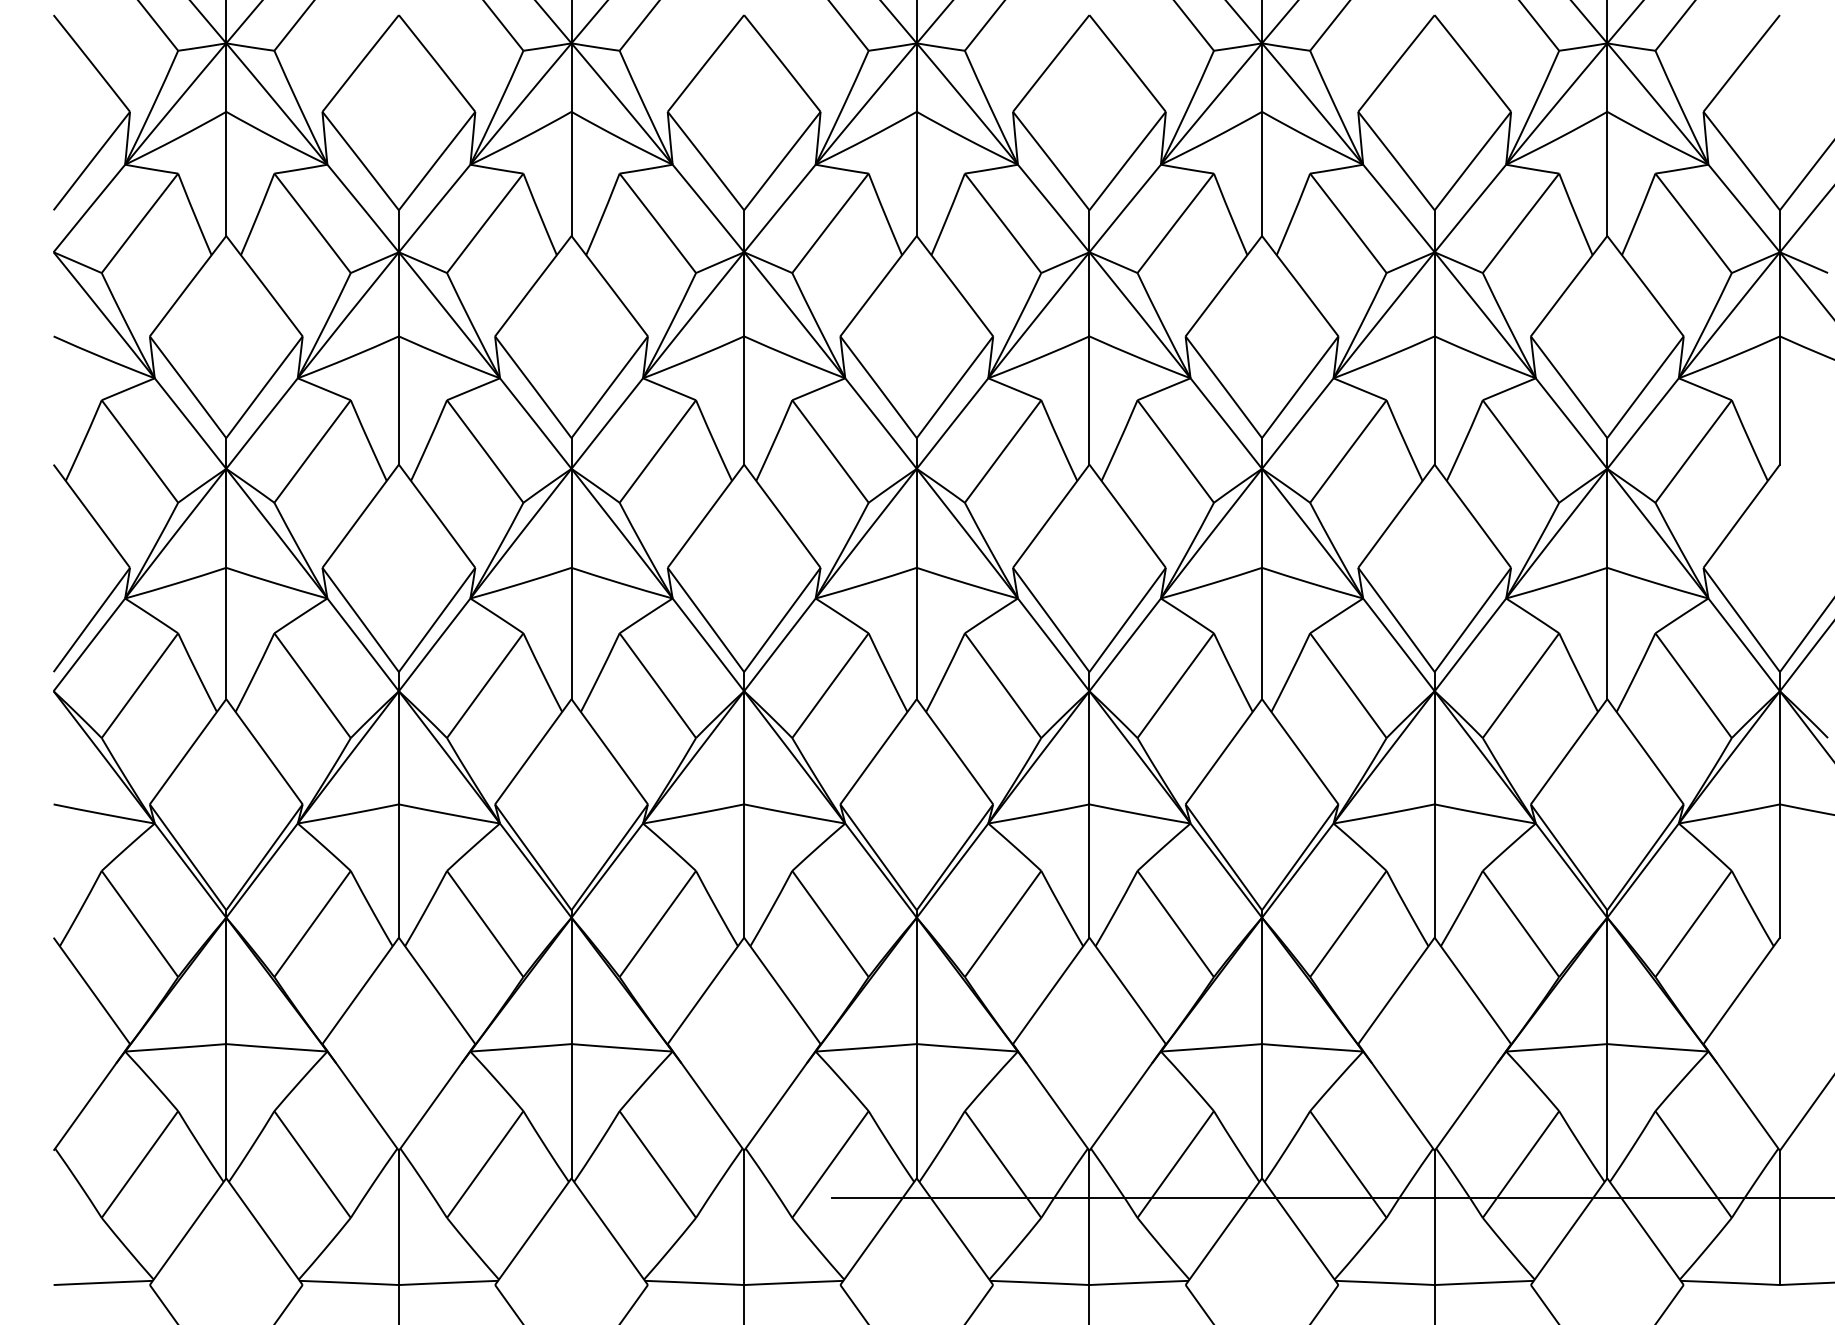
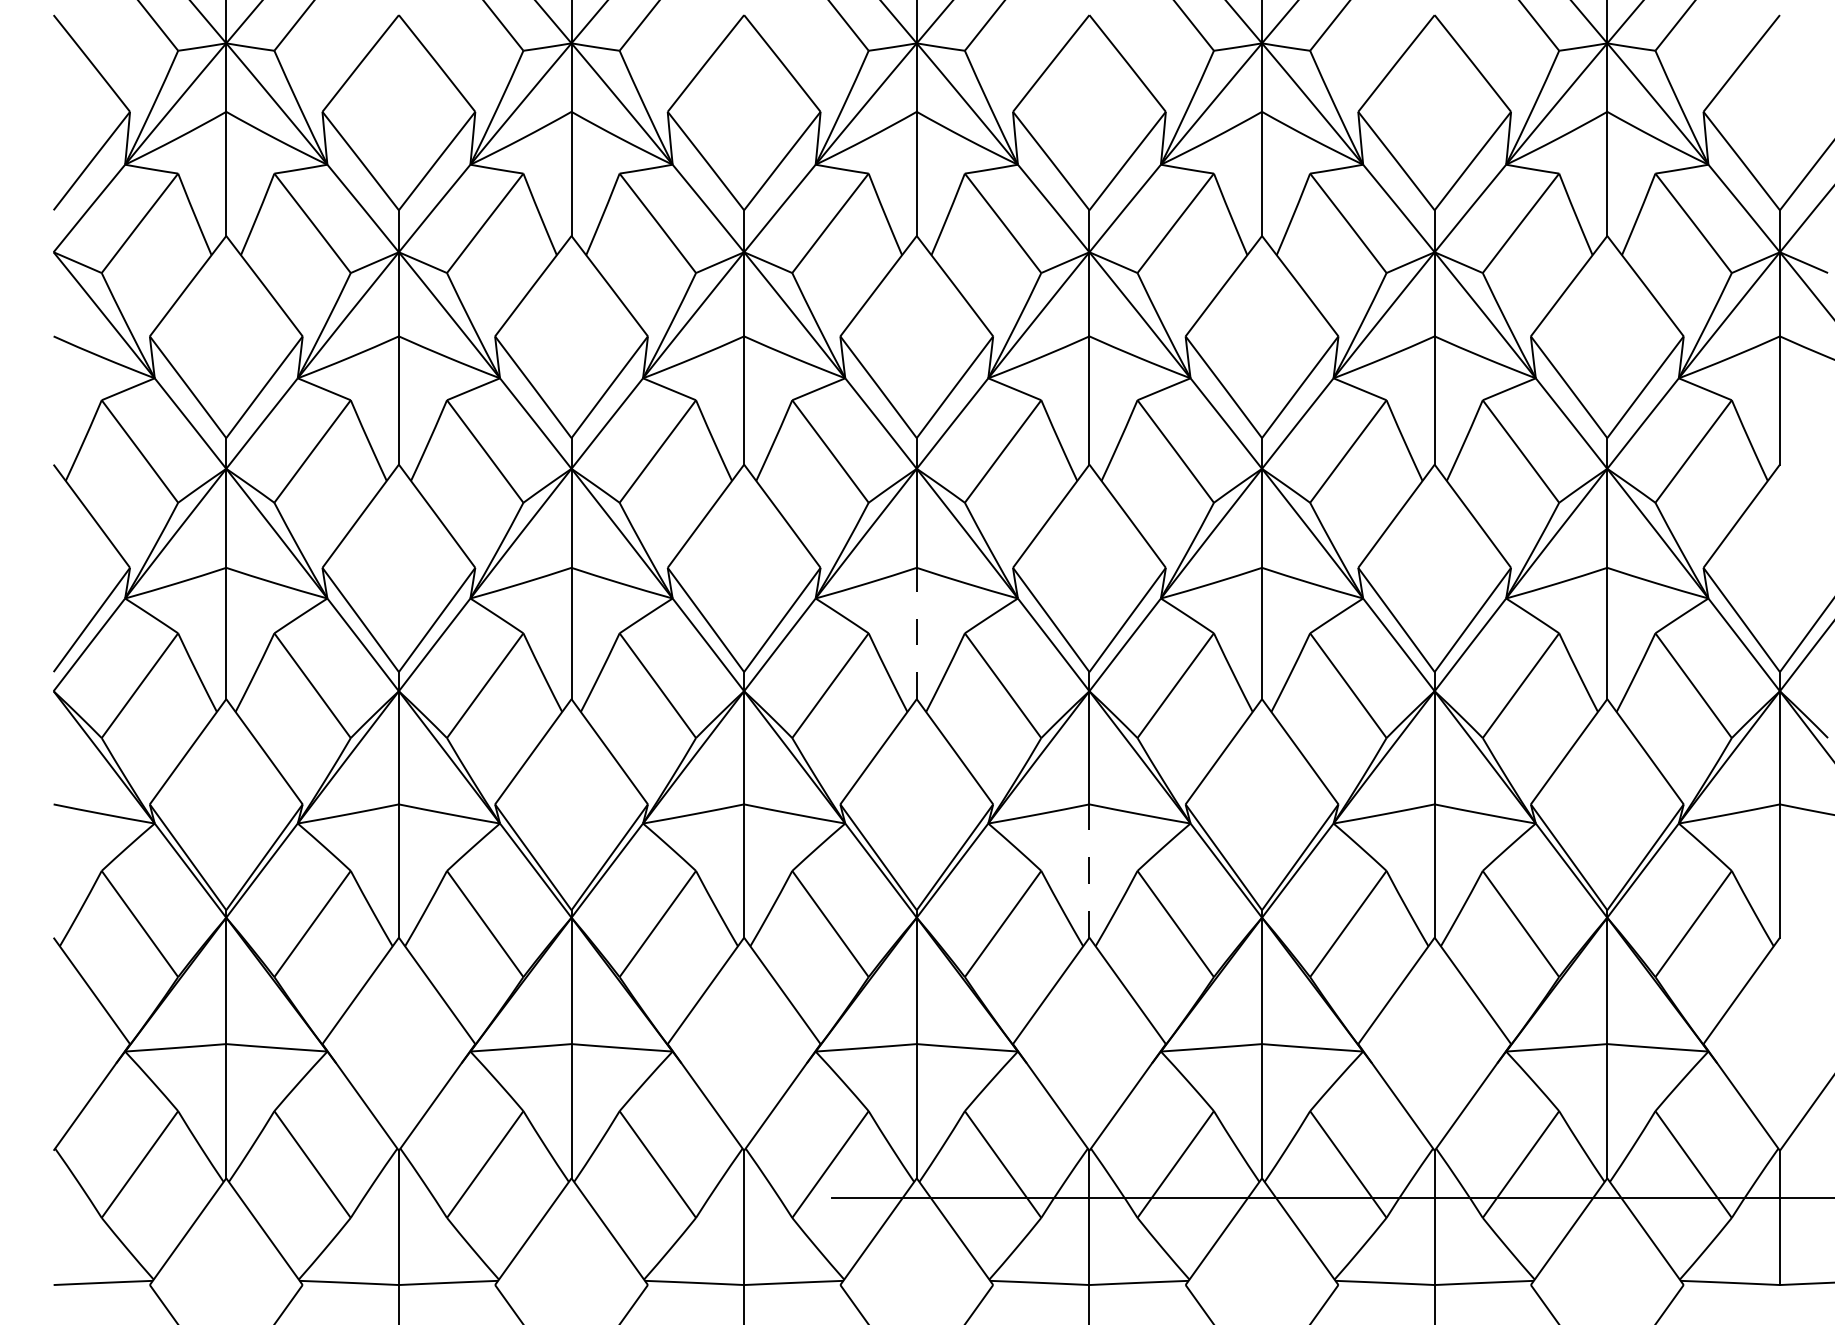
line at (916, 633): solid -> dashed
line at (1089, 871): solid -> dashed
